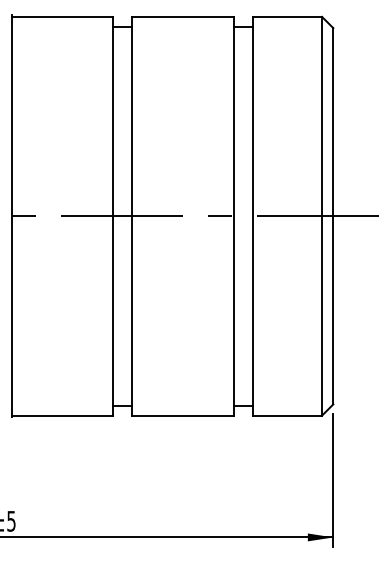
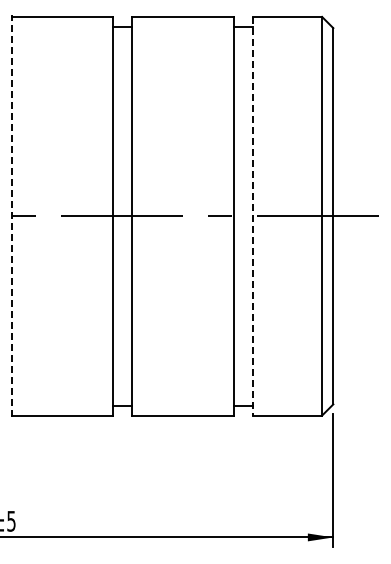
line at (11, 216): solid -> dashed
line at (252, 216): solid -> dashed
